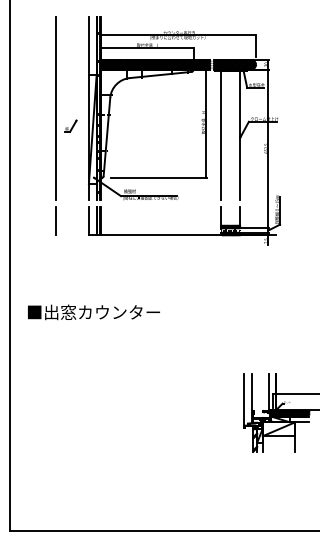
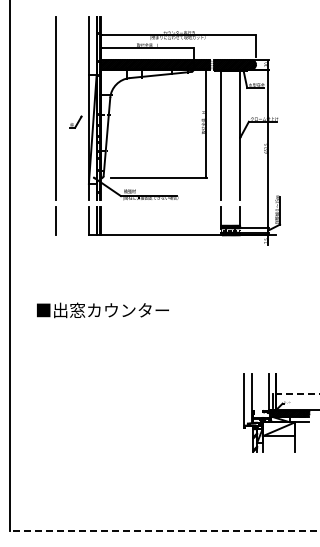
part at (70, 125) position: (70, 125) -> (75, 121)
text at (93, 312) position: (93, 312) -> (102, 310)
line at (295, 394): solid -> dashed
line at (164, 530): solid -> dashed
